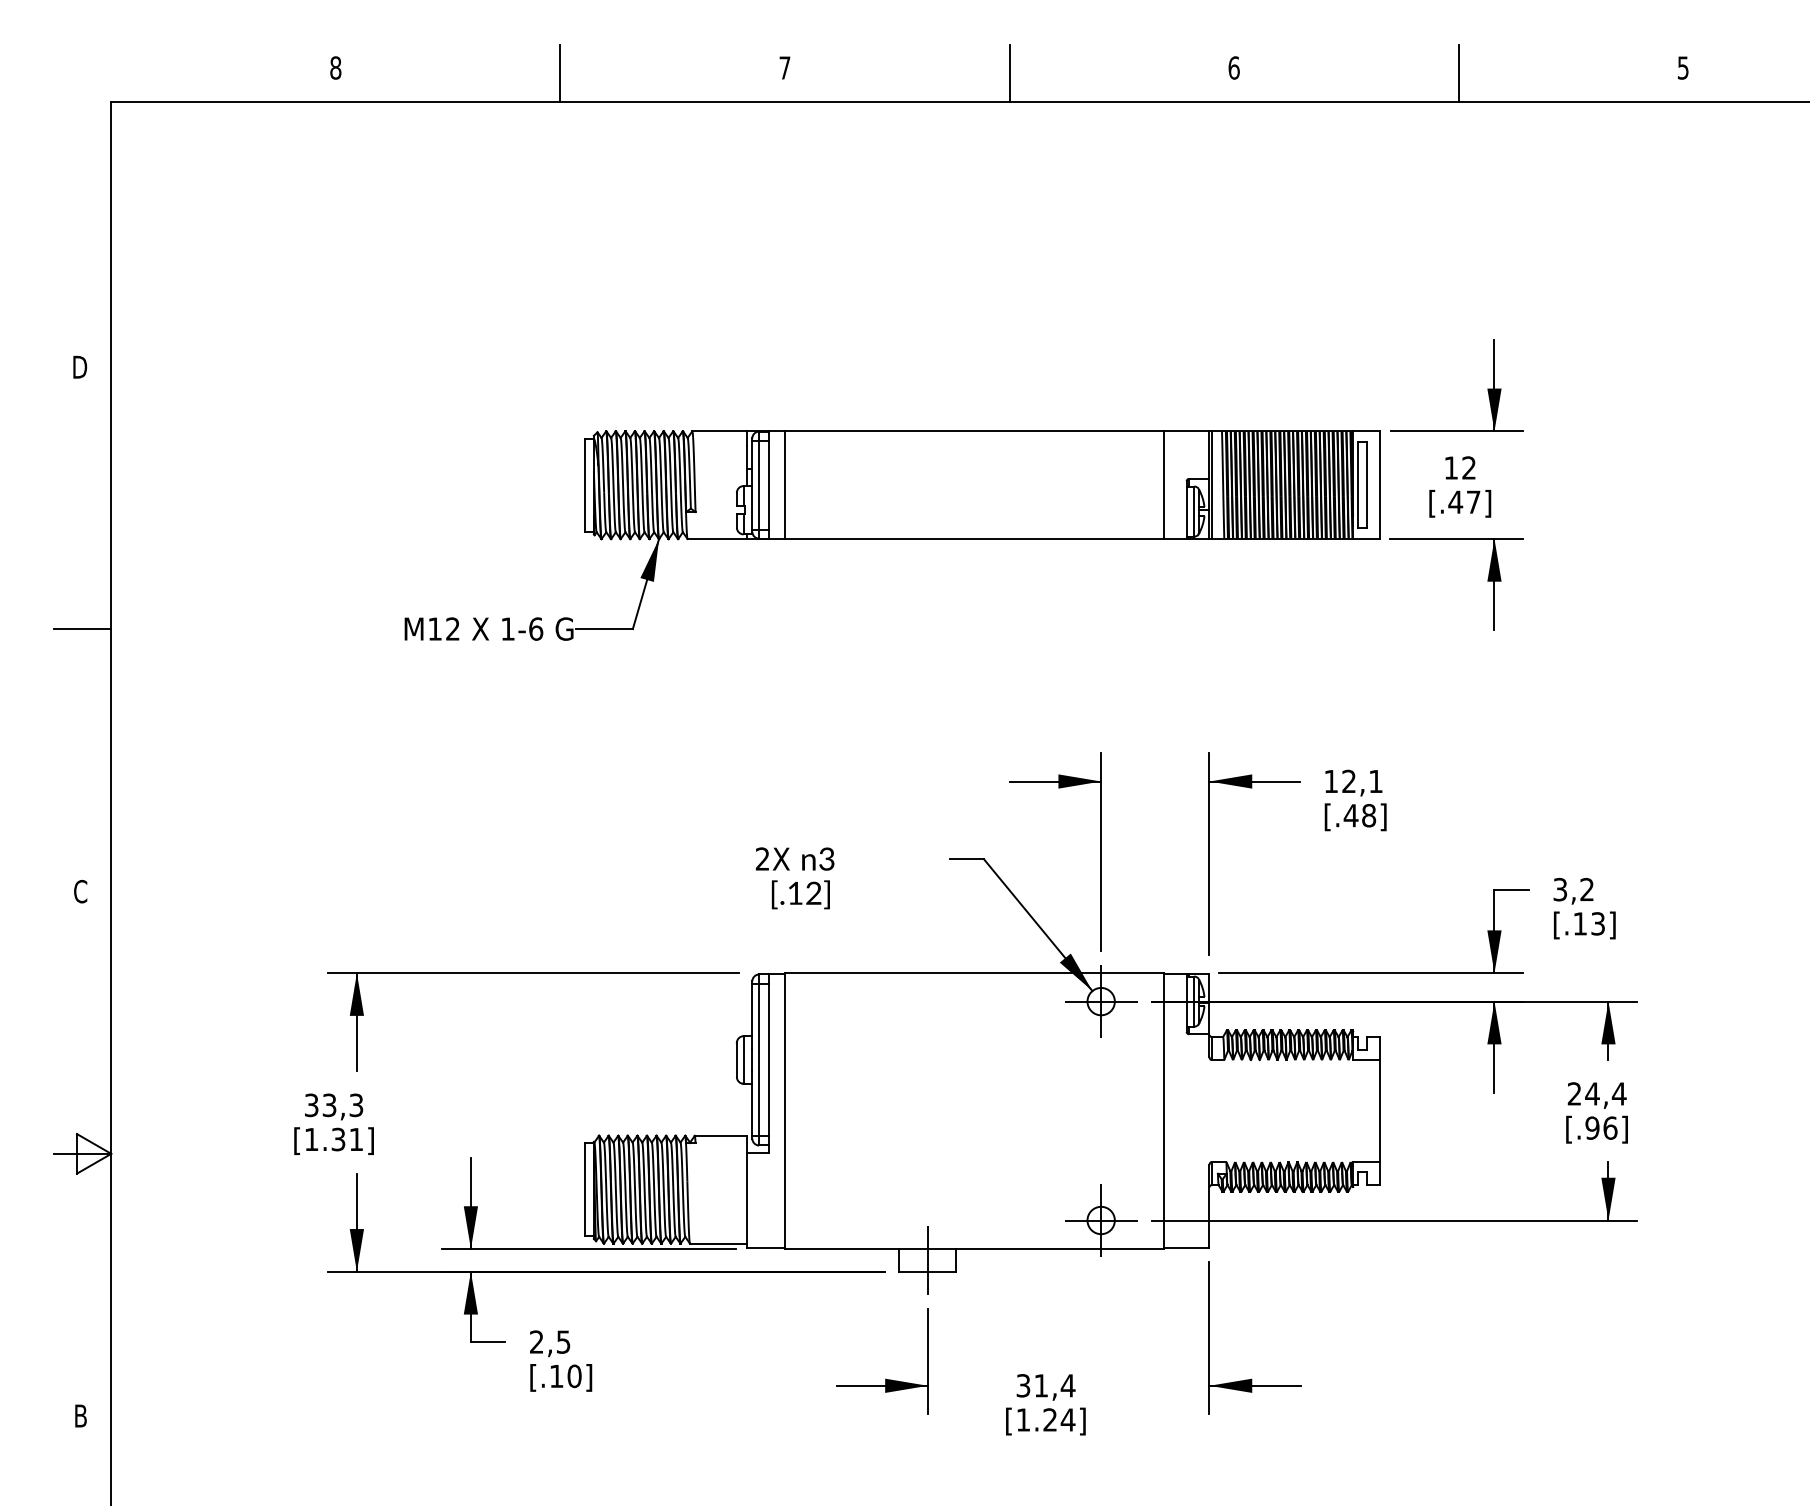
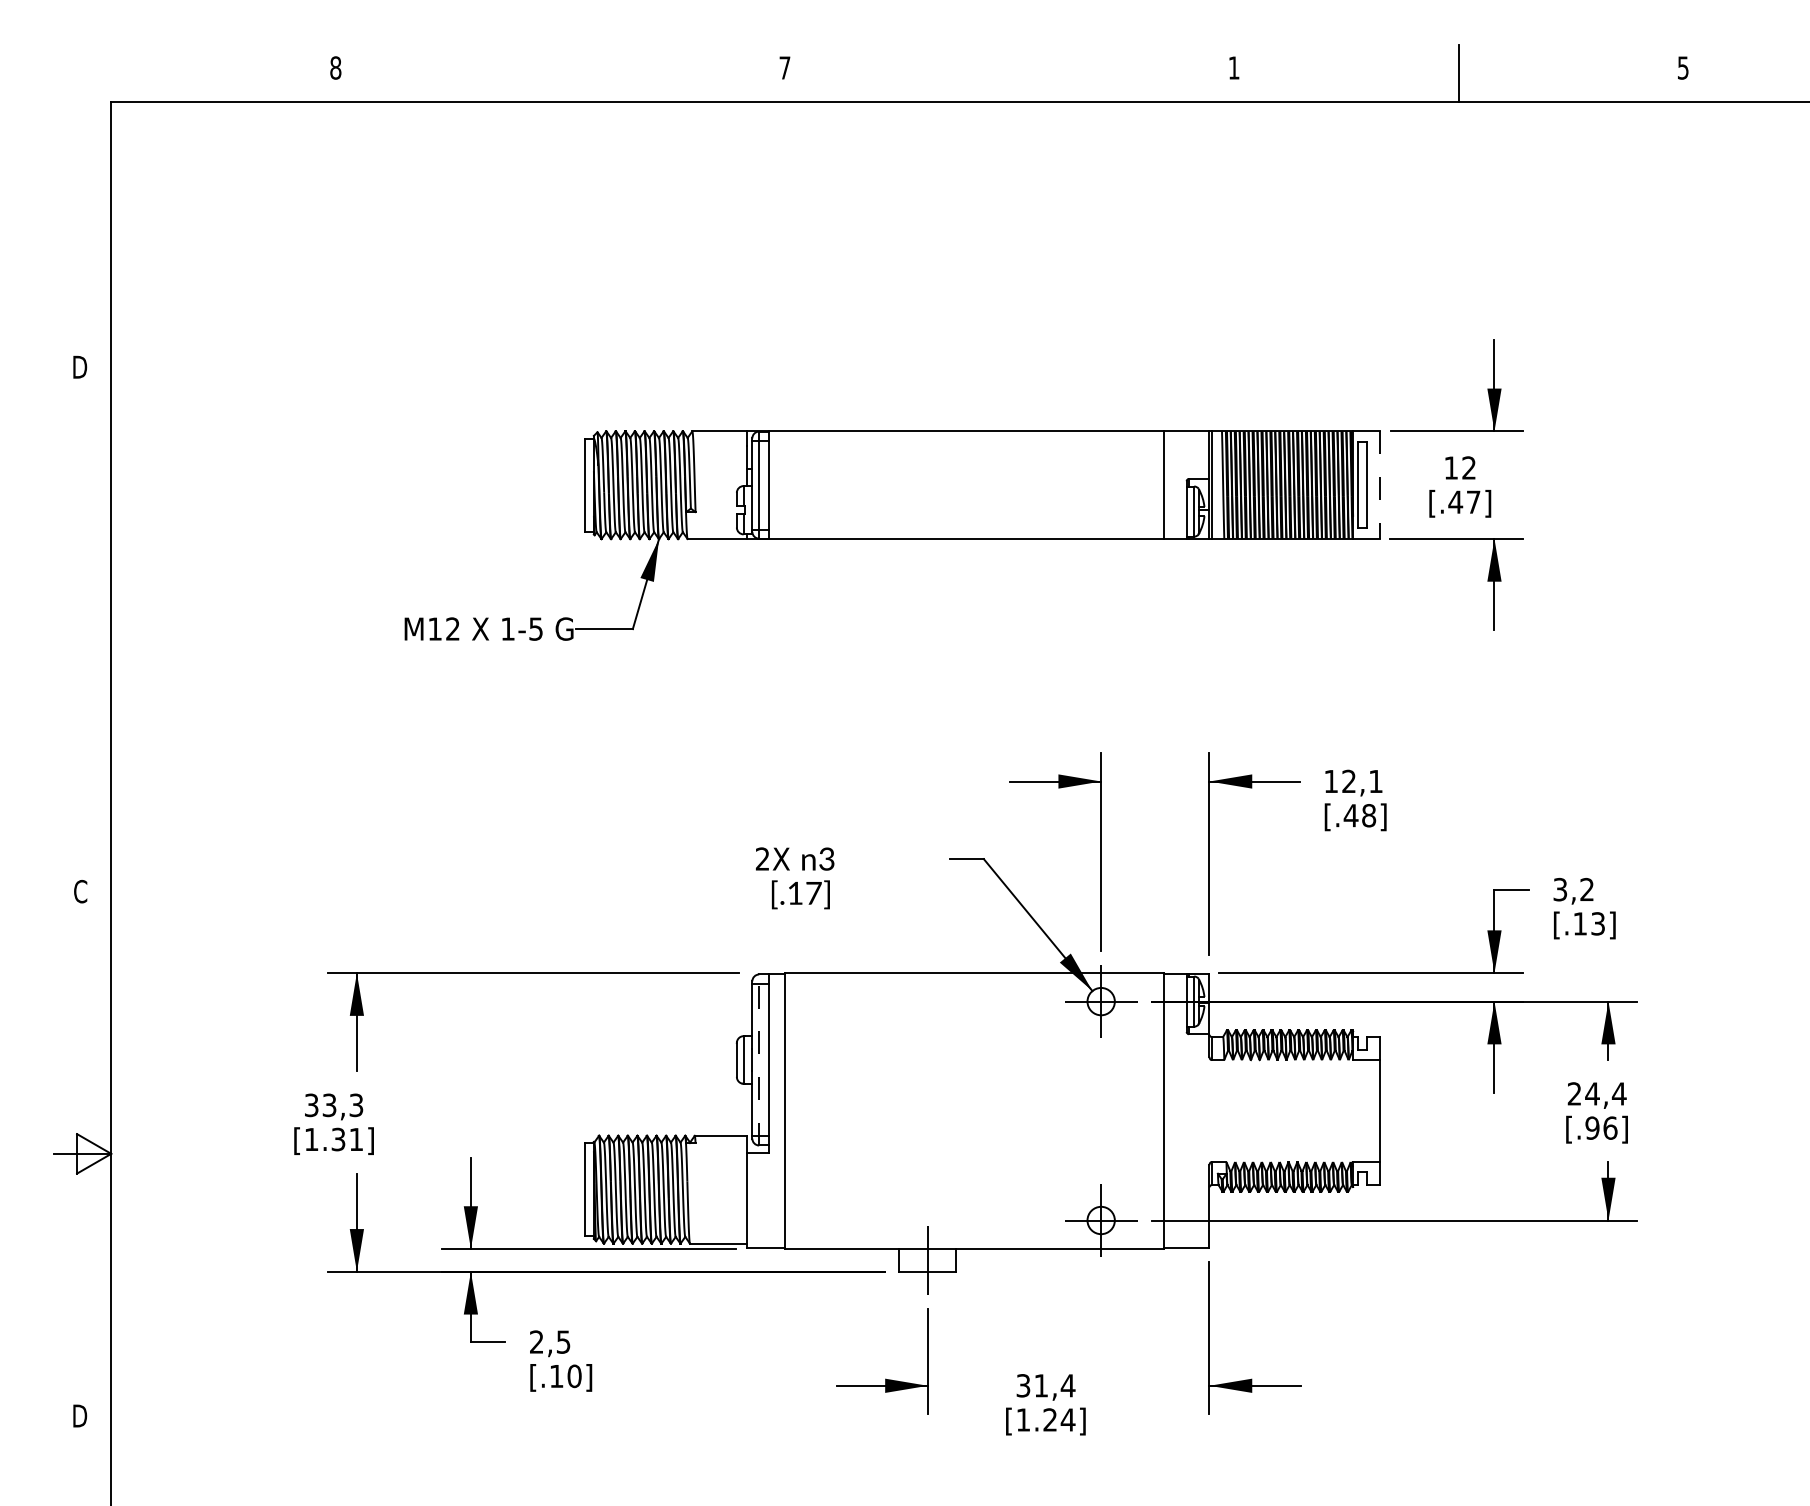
text at (1233, 67): 6 -> 1
line at (560, 73): present -> none
line at (1009, 73): present -> none
line at (785, 484): present -> none
line at (1380, 485): solid -> dashed
text at (536, 628): 1-6 -> 1-5
line at (82, 629): present -> none
text at (813, 892): [.12] -> [.17]
line at (759, 1059): solid -> dashed
text at (80, 1415): B -> D
